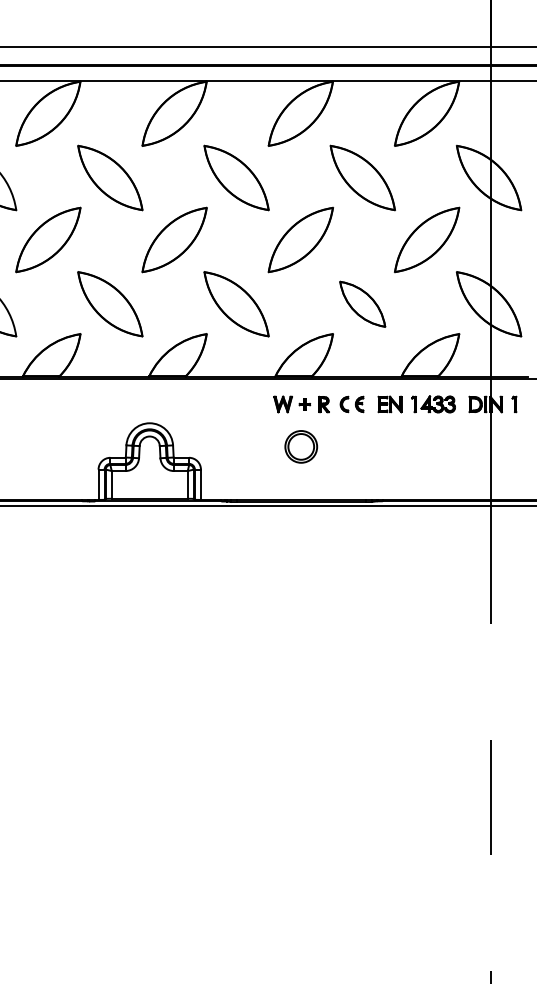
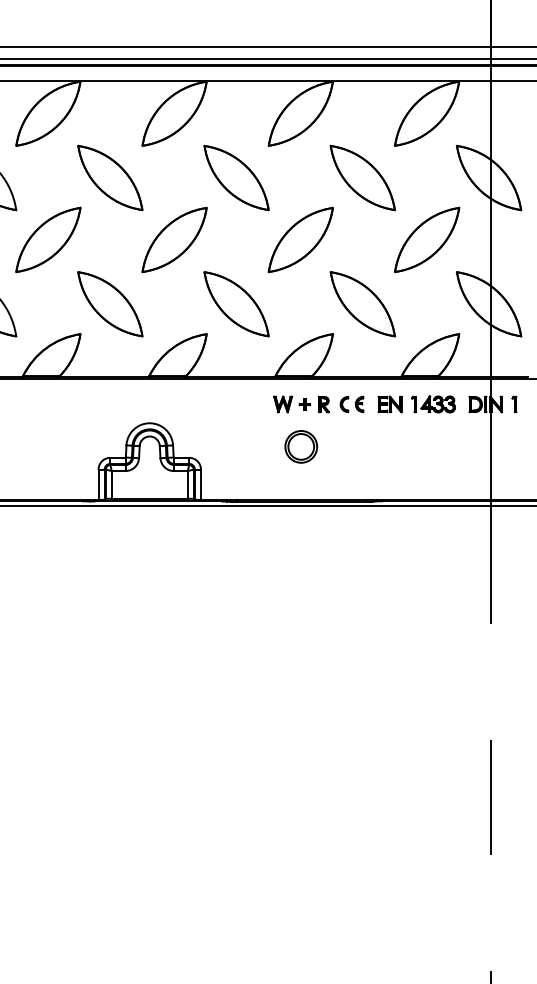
line at (267, 59): none -> present
part at (362, 303) size: 48x48 px -> 67x67 px
